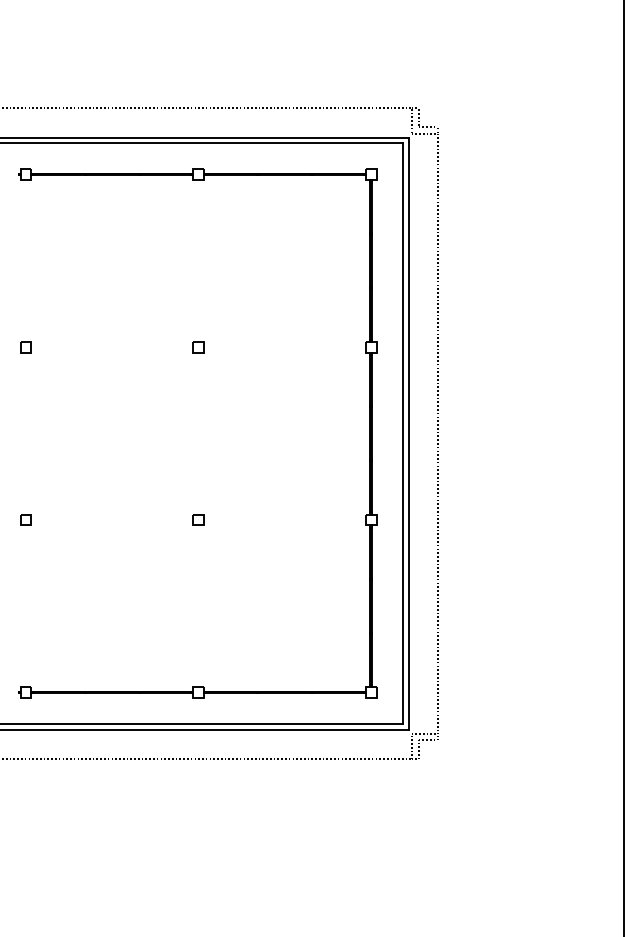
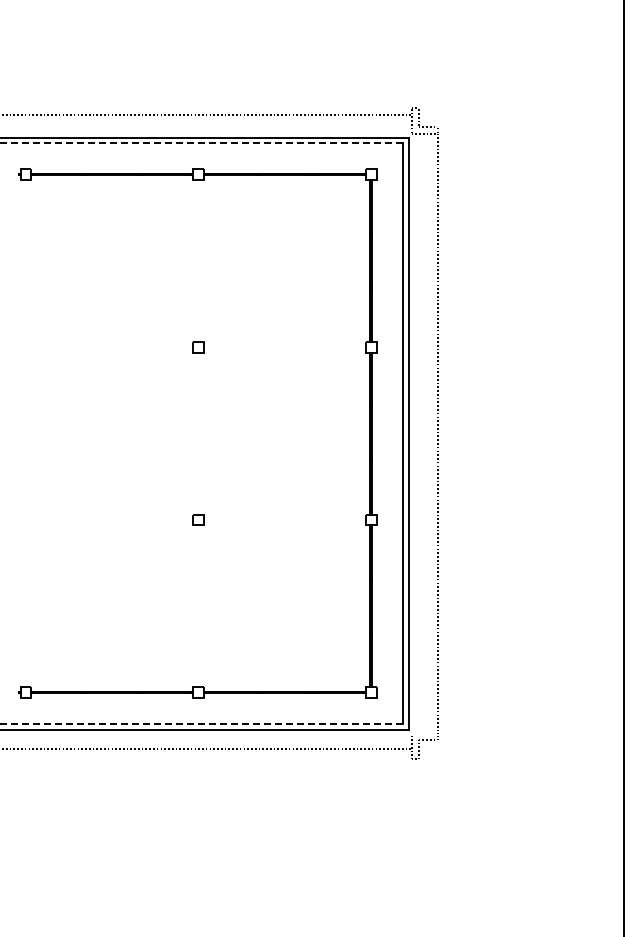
line at (207, 108) position: (207, 108) -> (207, 115)
line at (201, 142): solid -> dashed
part at (25, 347): present -> none
part at (25, 519): present -> none
line at (201, 724): solid -> dashed
line at (424, 733): present -> none
line at (207, 758) position: (207, 758) -> (207, 748)
